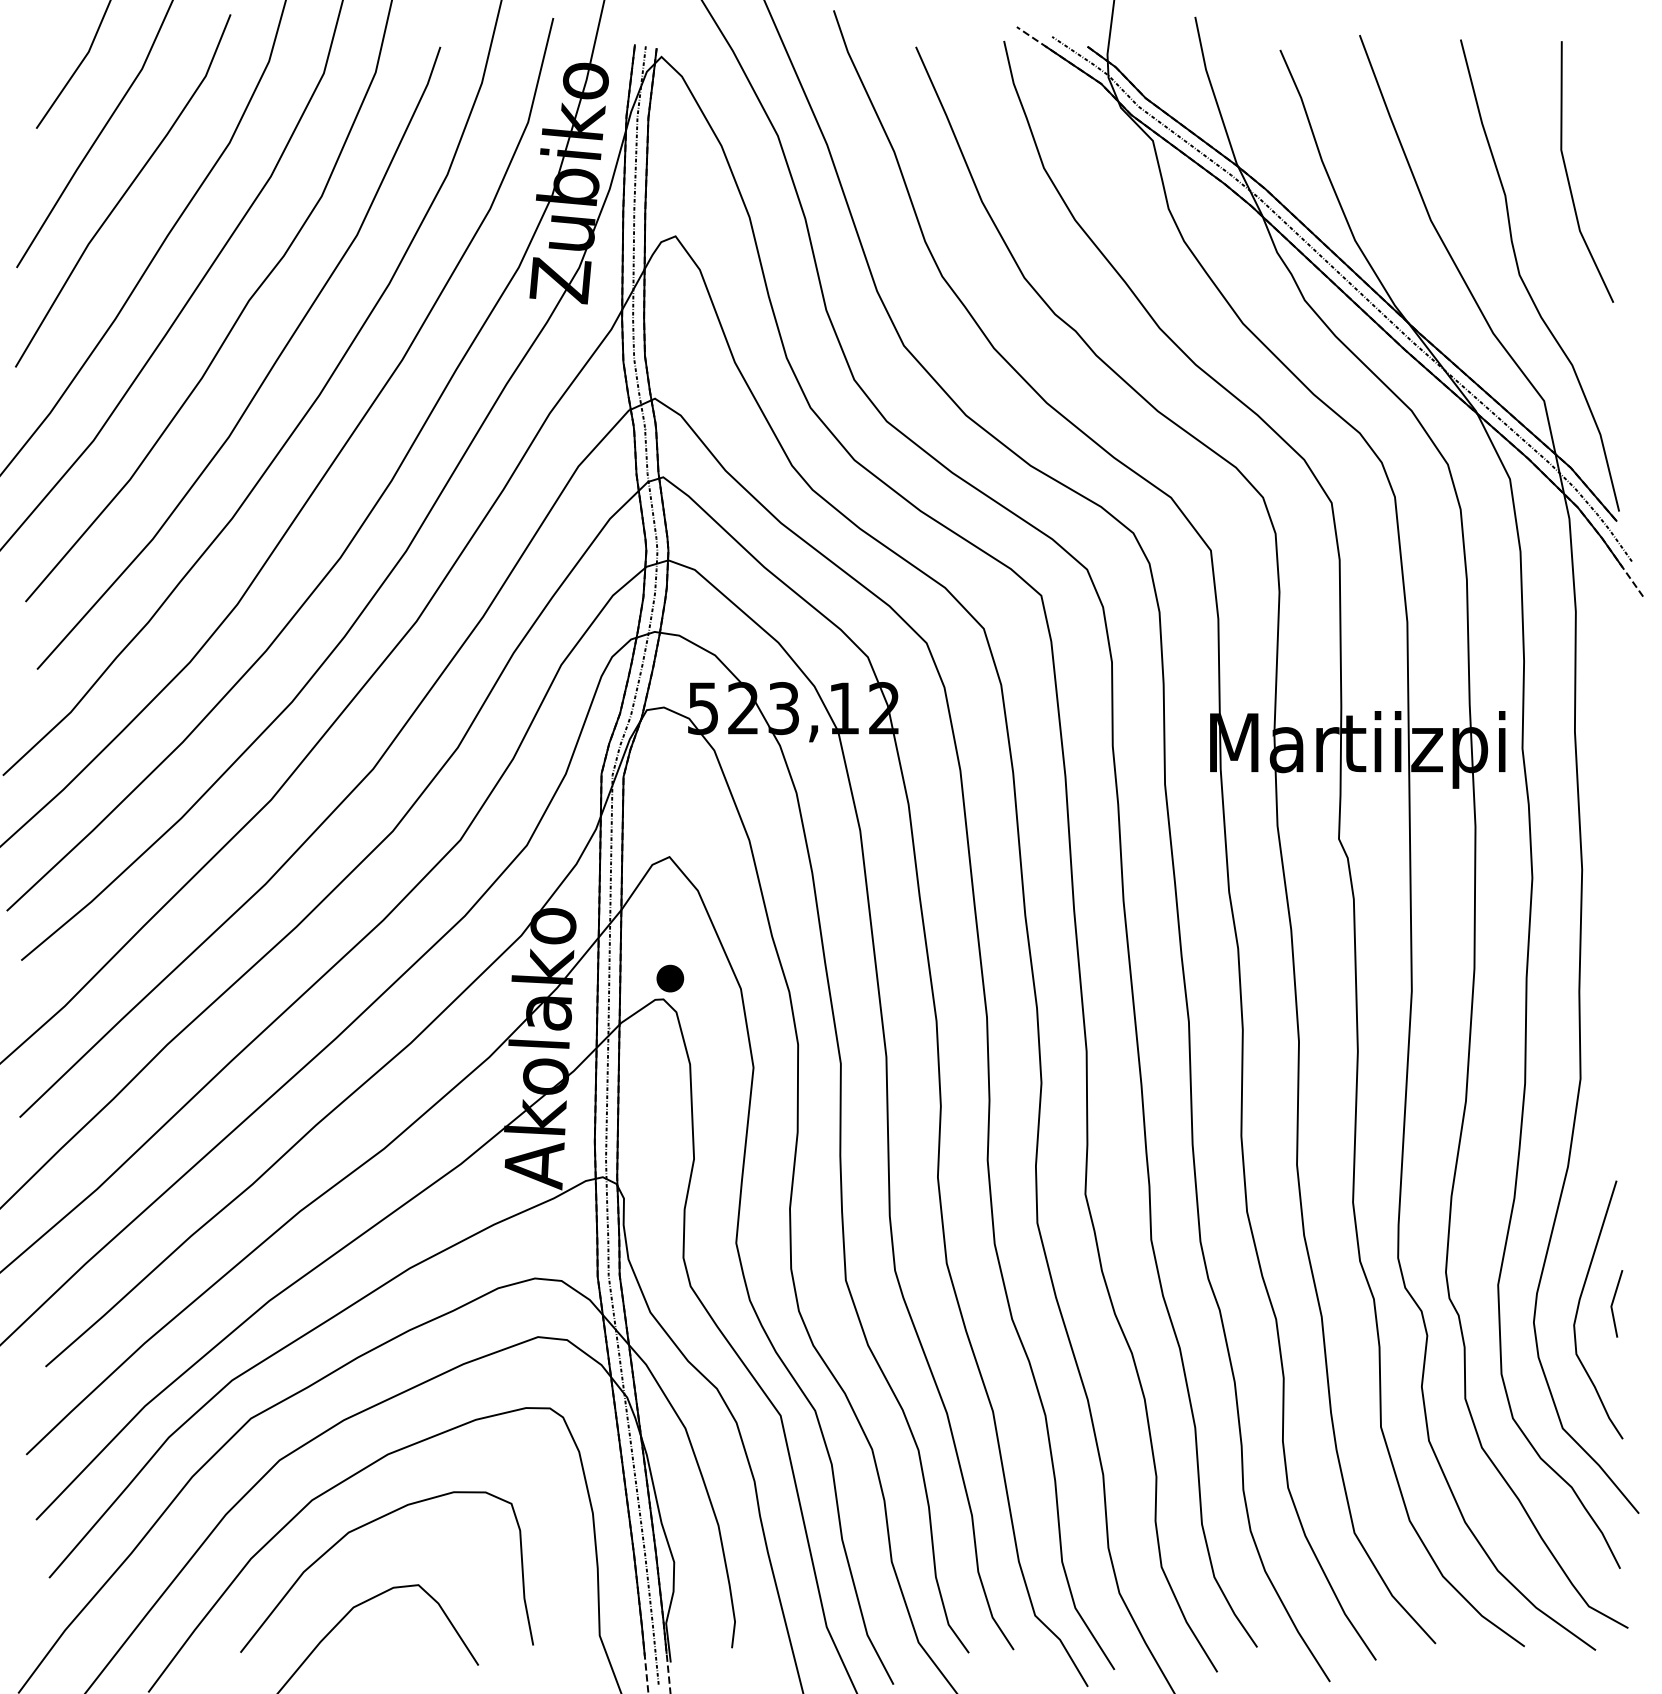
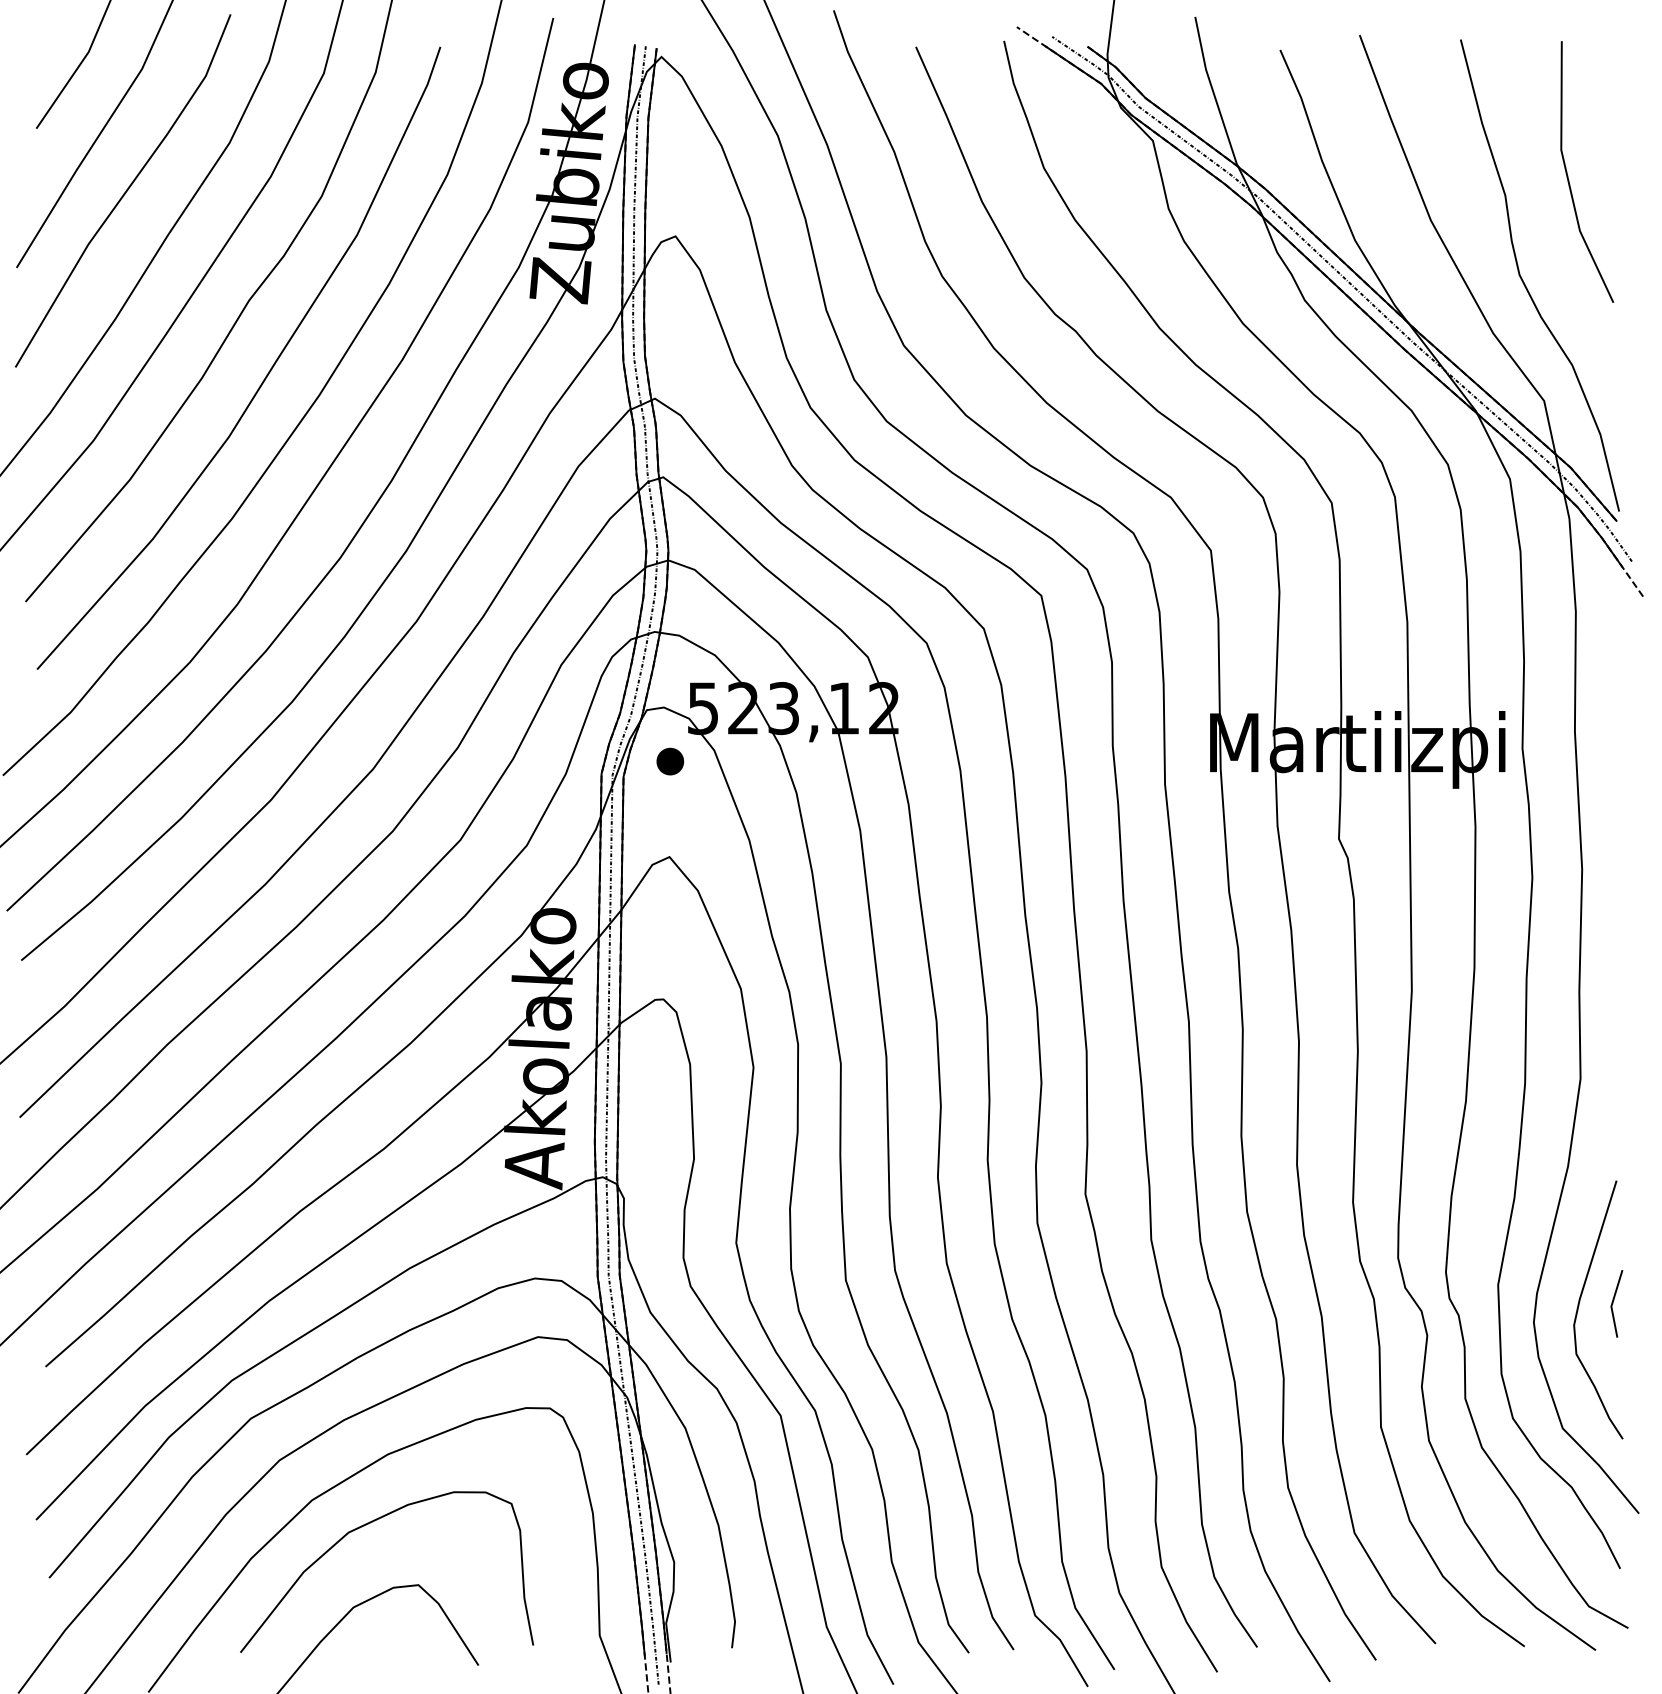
part at (670, 978) position: (670, 978) -> (670, 761)
